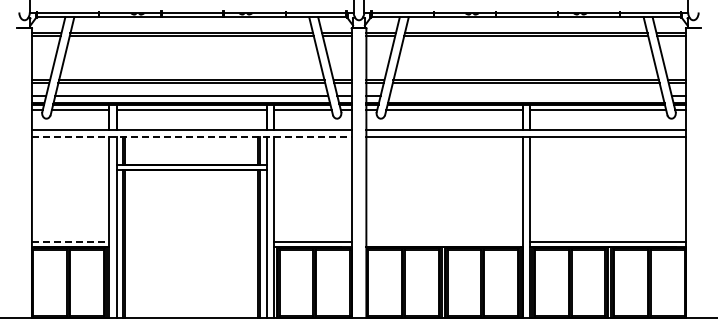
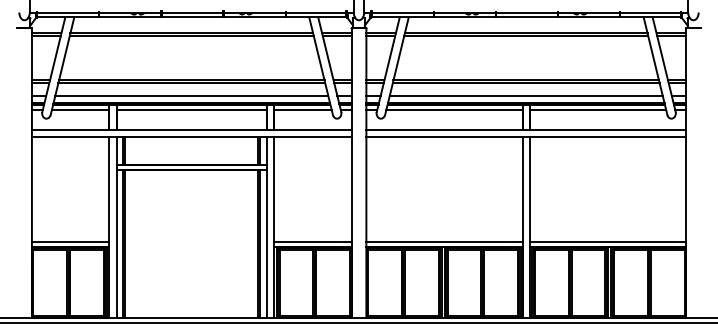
line at (525, 95): none -> present
line at (191, 136): dashed -> solid
line at (70, 242): dashed -> solid
line at (444, 242): none -> present
line at (358, 322): none -> present
